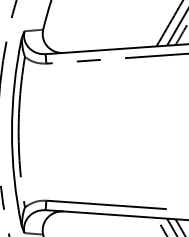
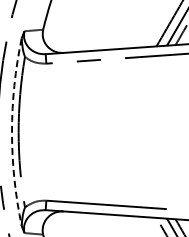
arc at (12, 132): solid -> dashed
